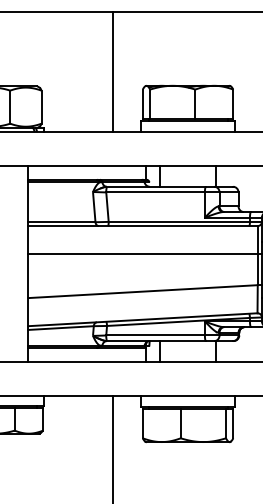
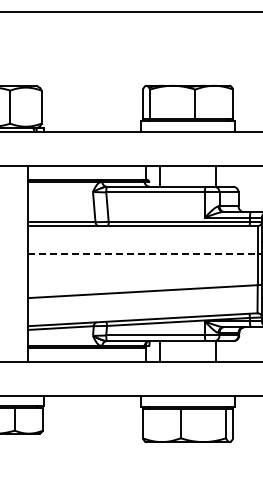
line at (113, 71): present -> none
line at (143, 254): solid -> dashed
line at (113, 447): present -> none
